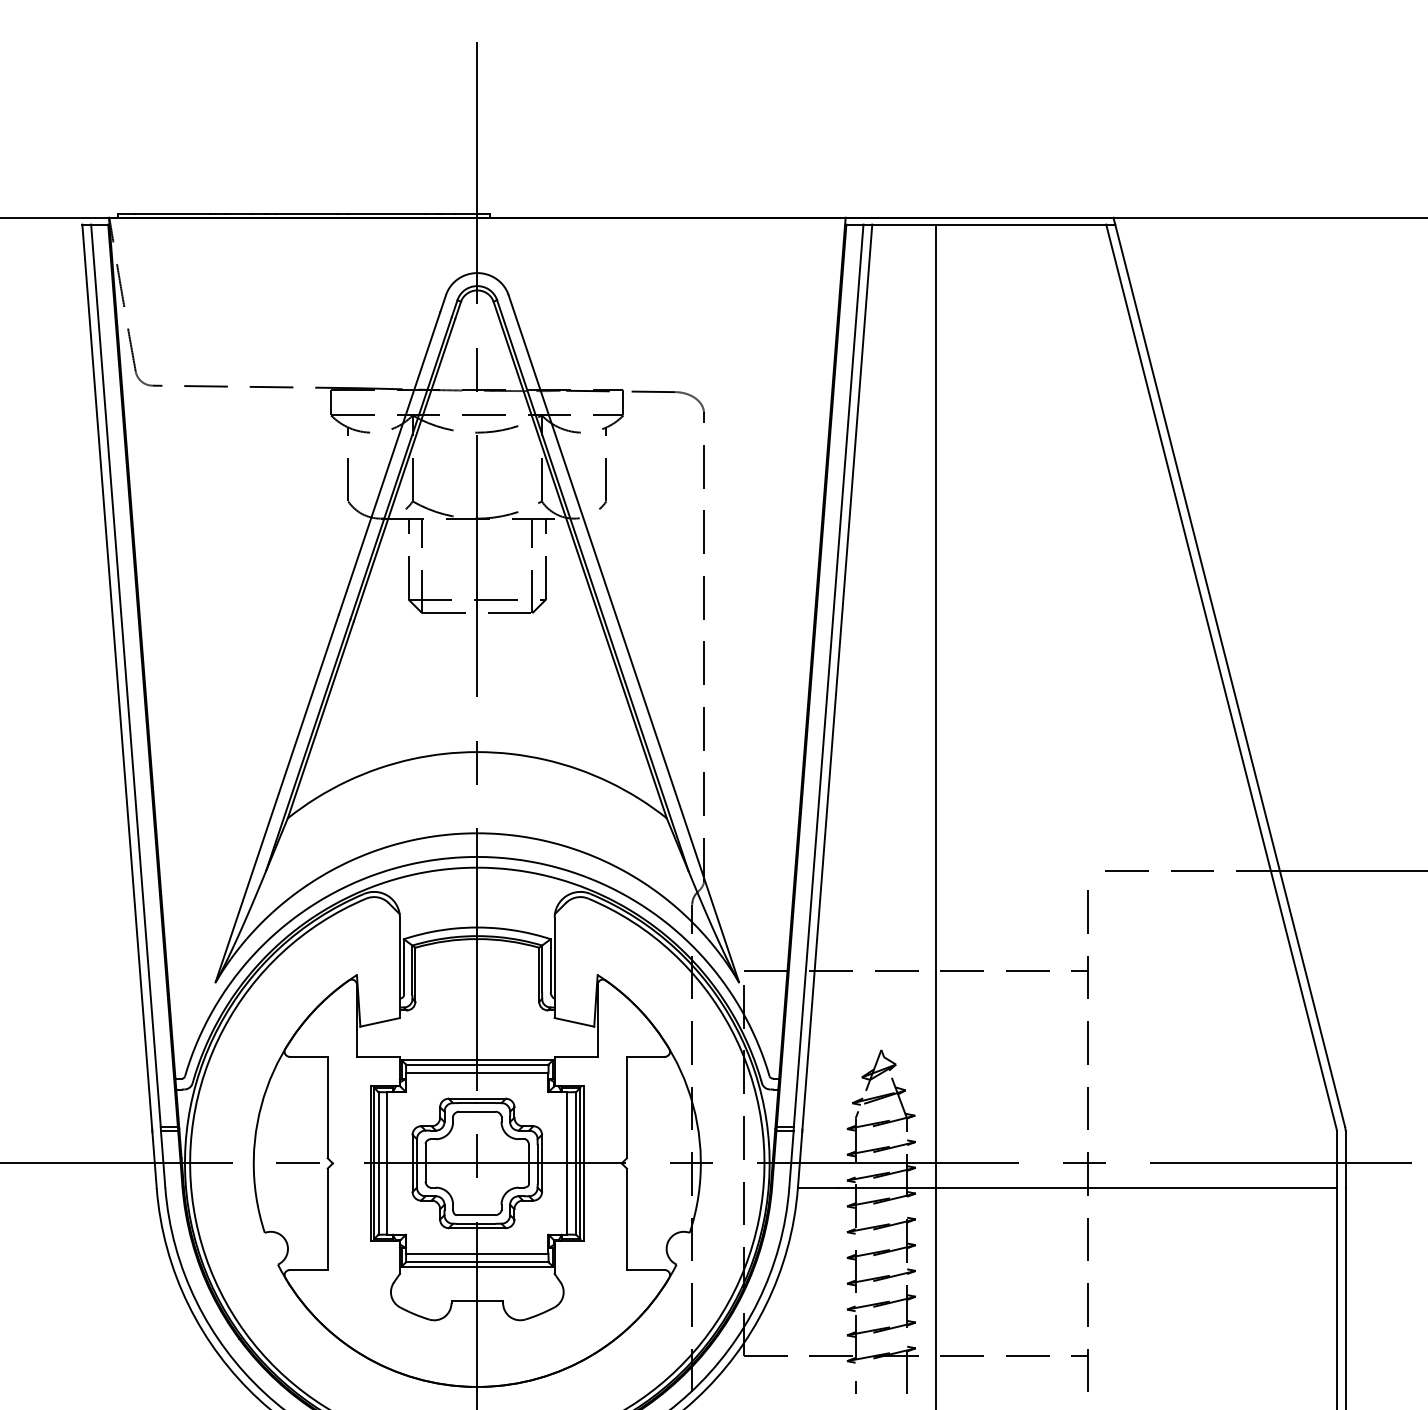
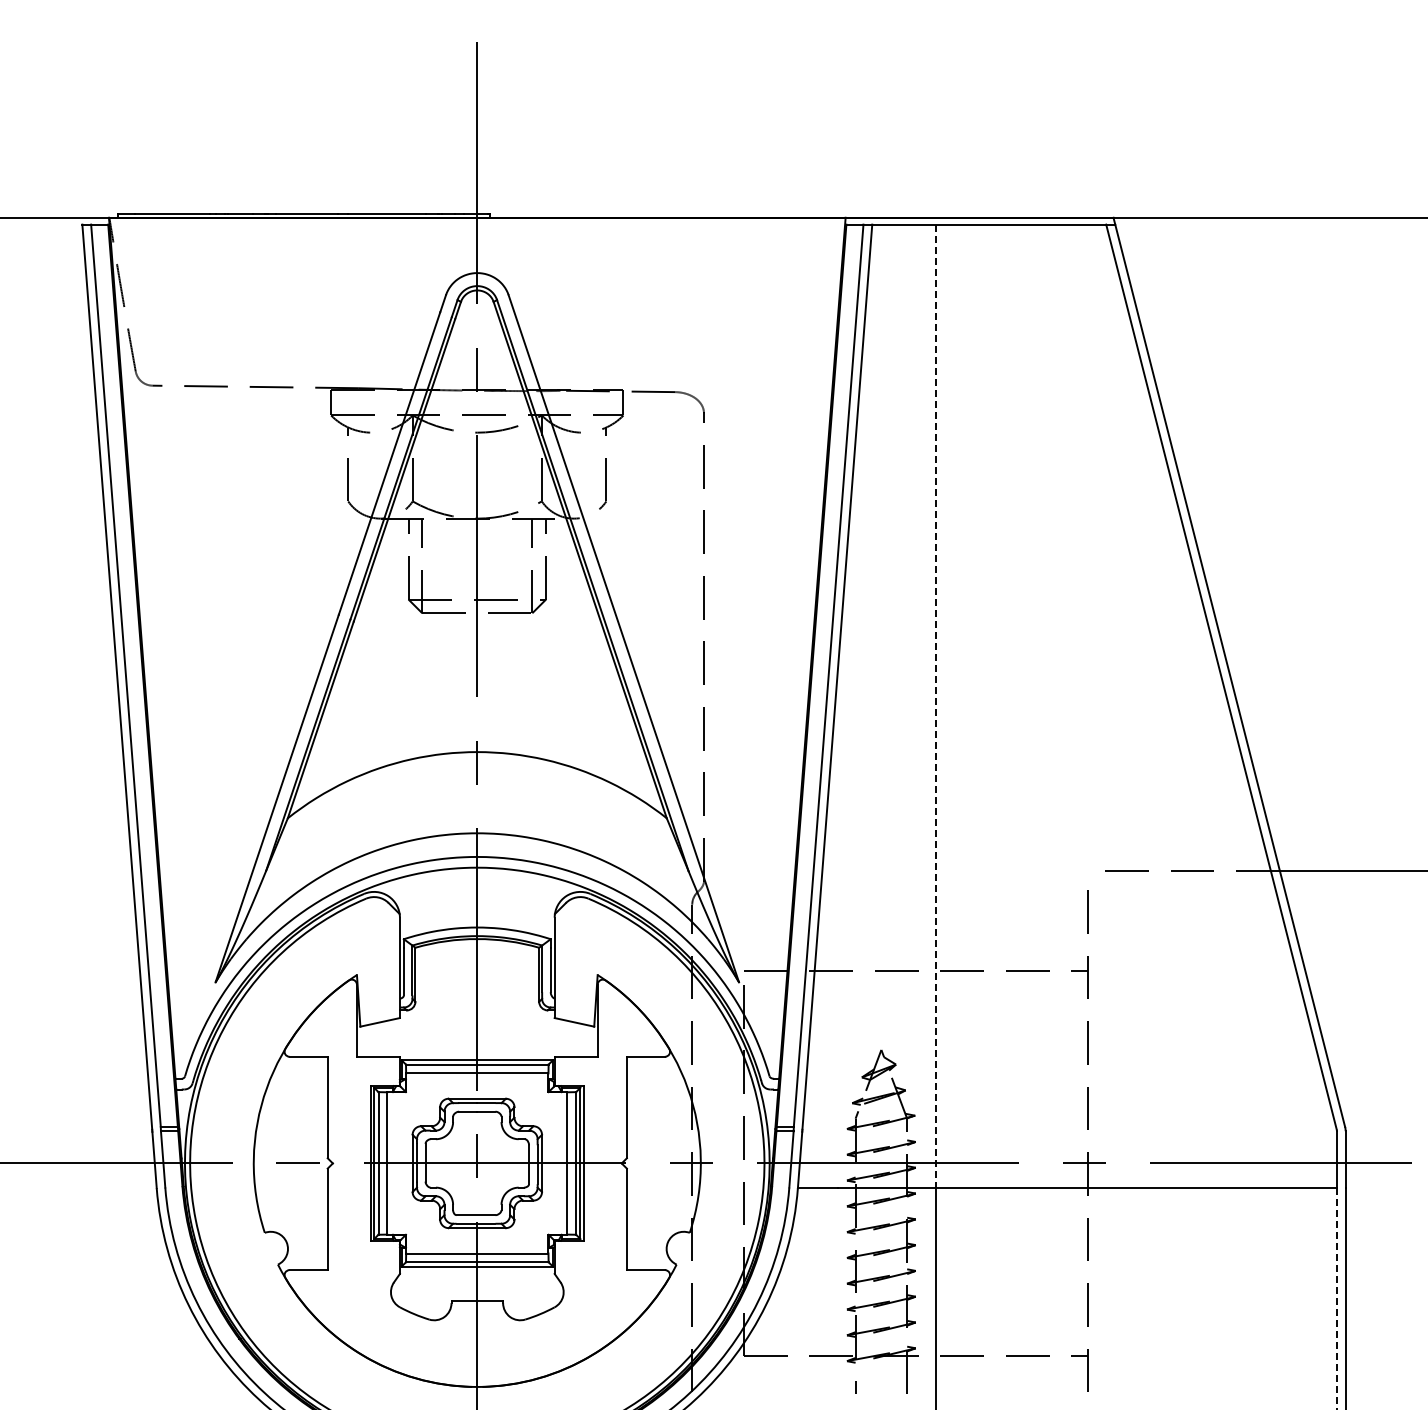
line at (936, 706): solid -> dashed
line at (1337, 1299): solid -> dashed
